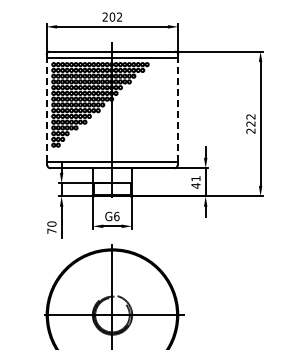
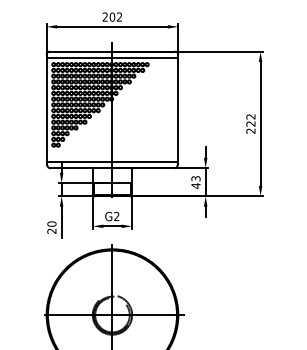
line at (47, 109): dashed -> solid
line at (177, 109): dashed -> solid
text at (195, 178): 41 -> 43
text at (116, 216): G6 -> G2
text at (51, 230): 70 -> 20
